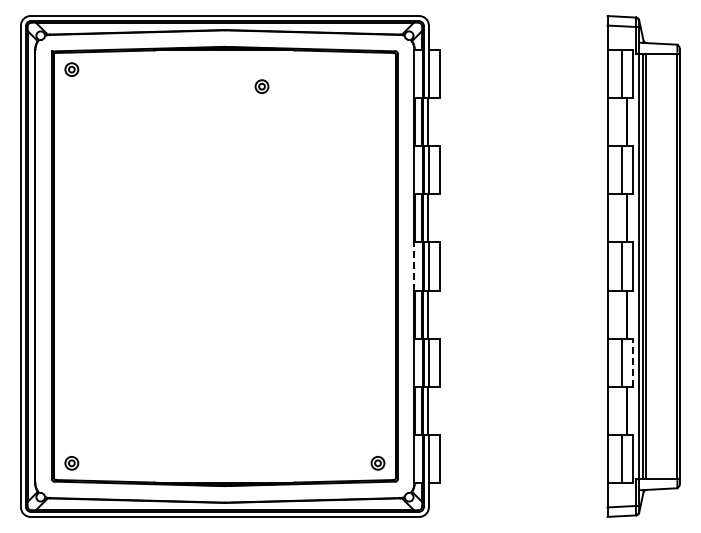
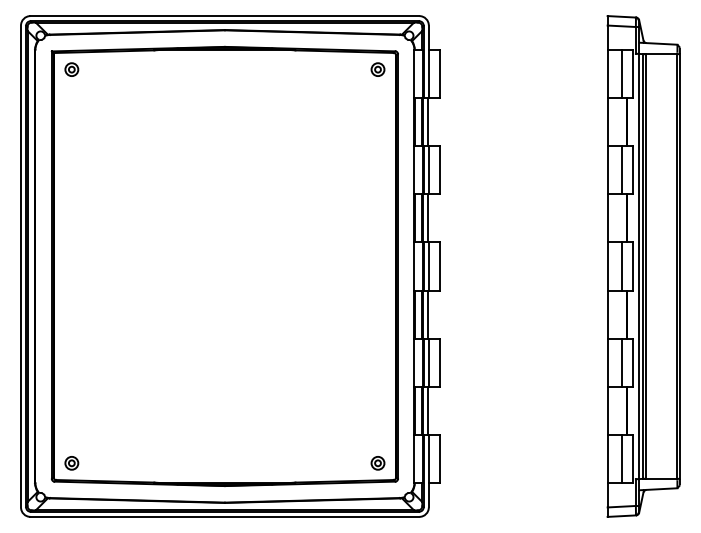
part at (261, 86) position: (261, 86) -> (377, 69)
line at (414, 266): dashed -> solid
line at (632, 362): dashed -> solid
